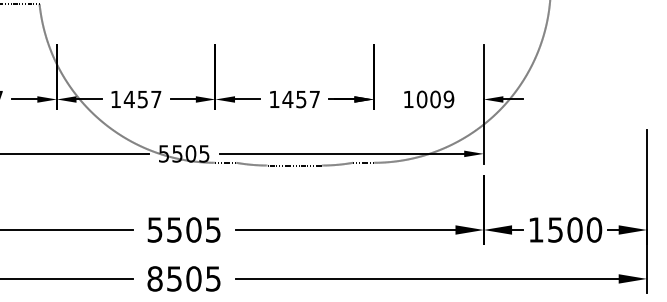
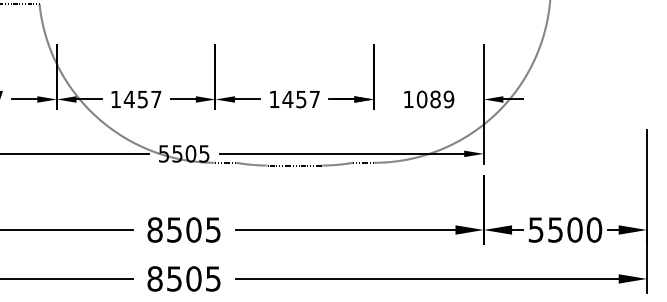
text at (435, 99): 1009 -> 1089
text at (154, 229): 5505 -> 8505
text at (535, 229): 1500 -> 5500
